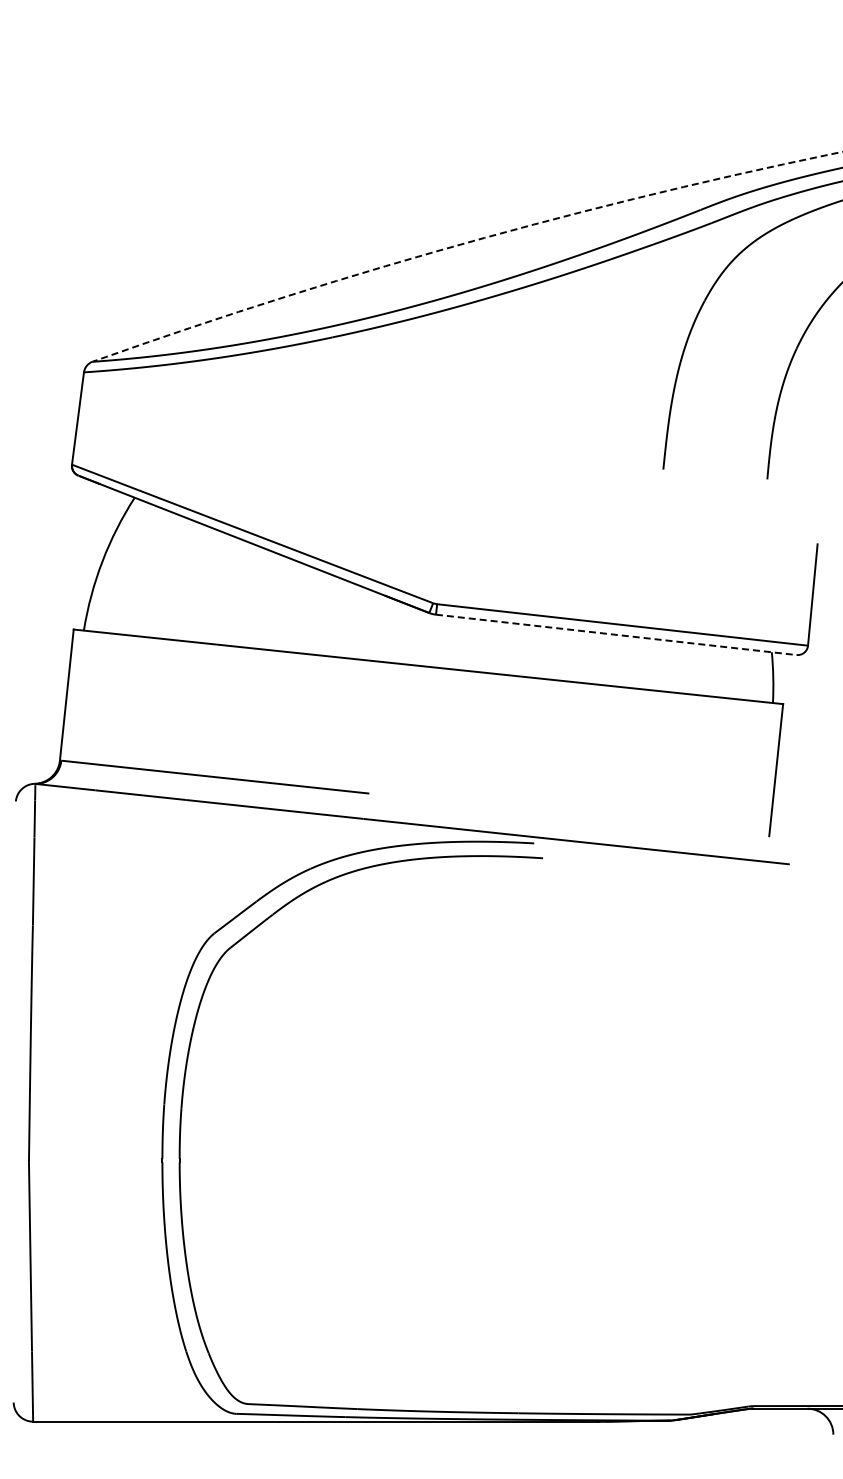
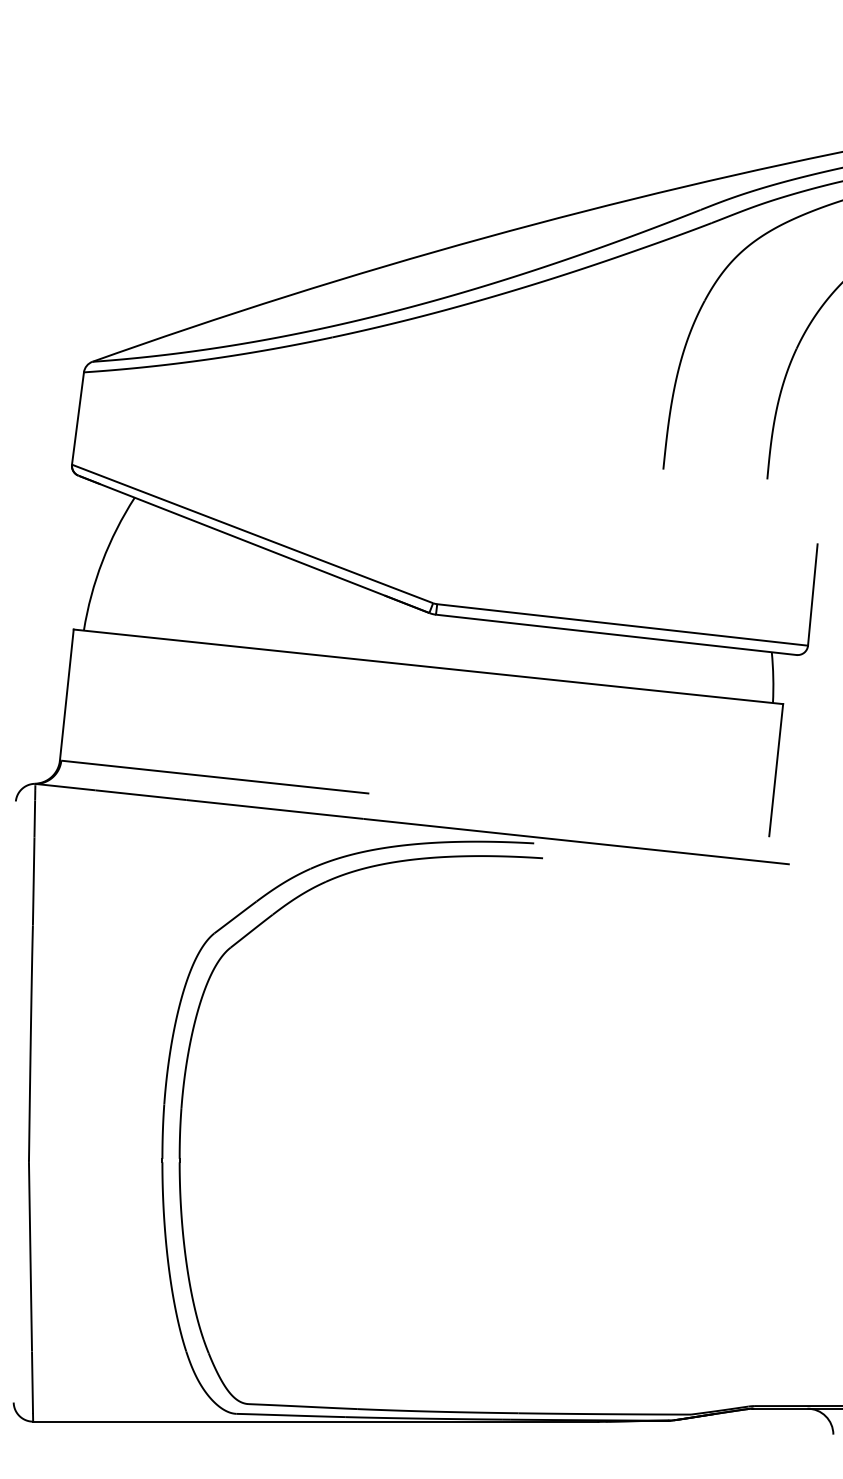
arc at (464, 243): dashed -> solid
line at (616, 634): dashed -> solid
